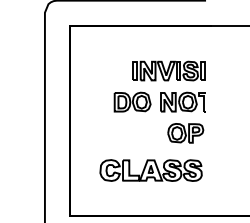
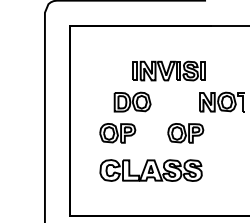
part at (182, 101) position: (182, 101) -> (221, 101)
part at (117, 133): none -> present
